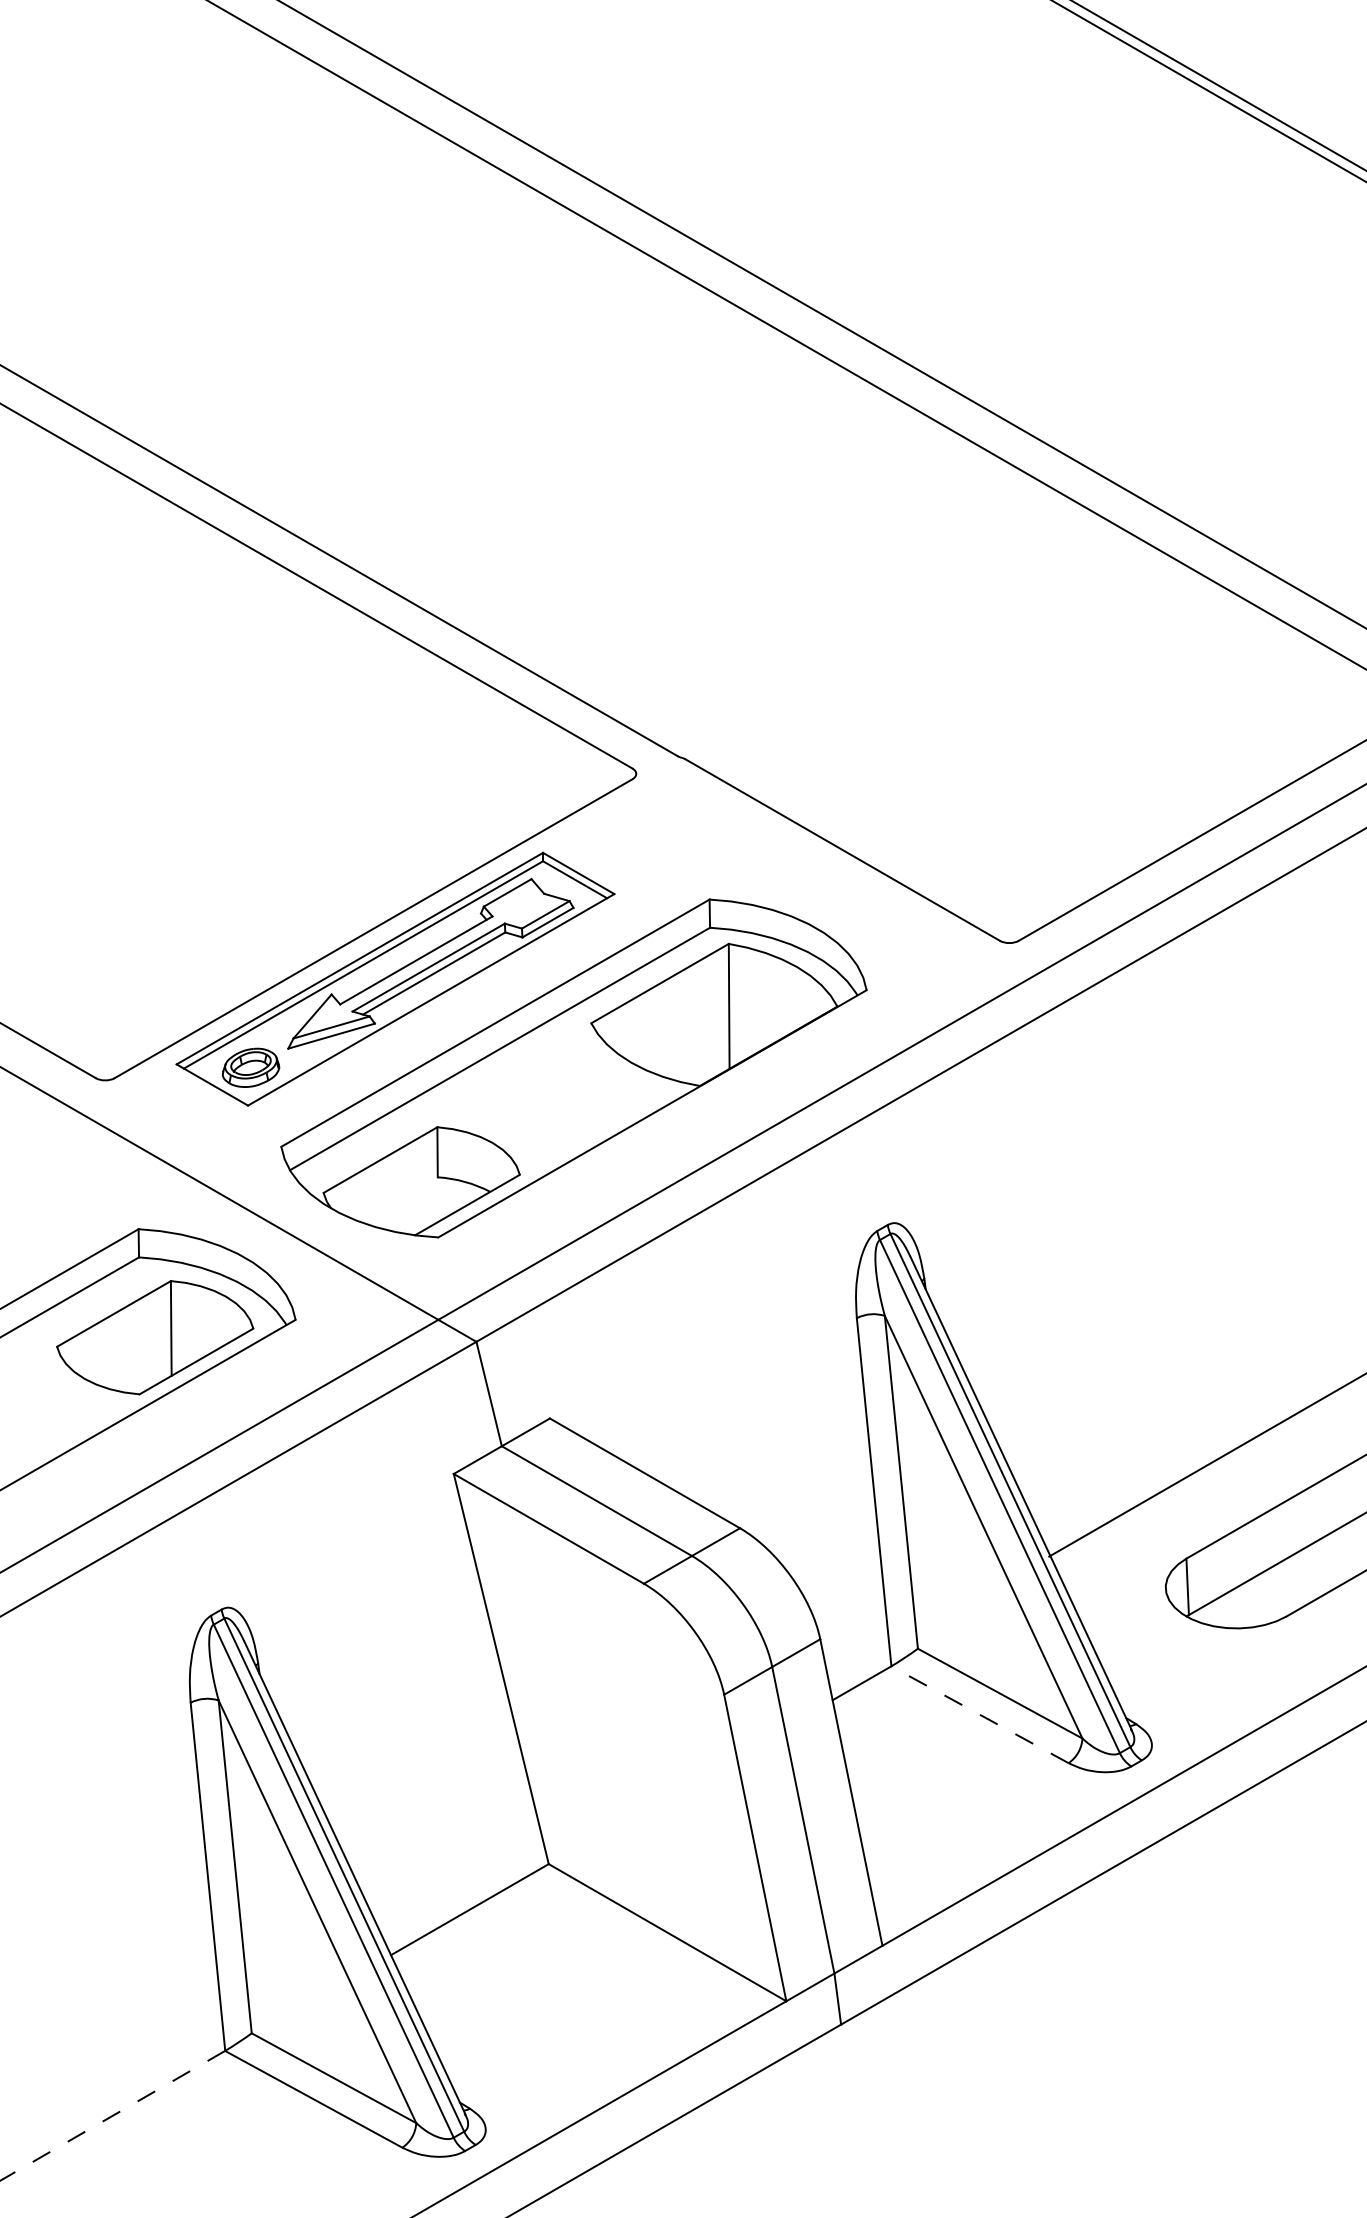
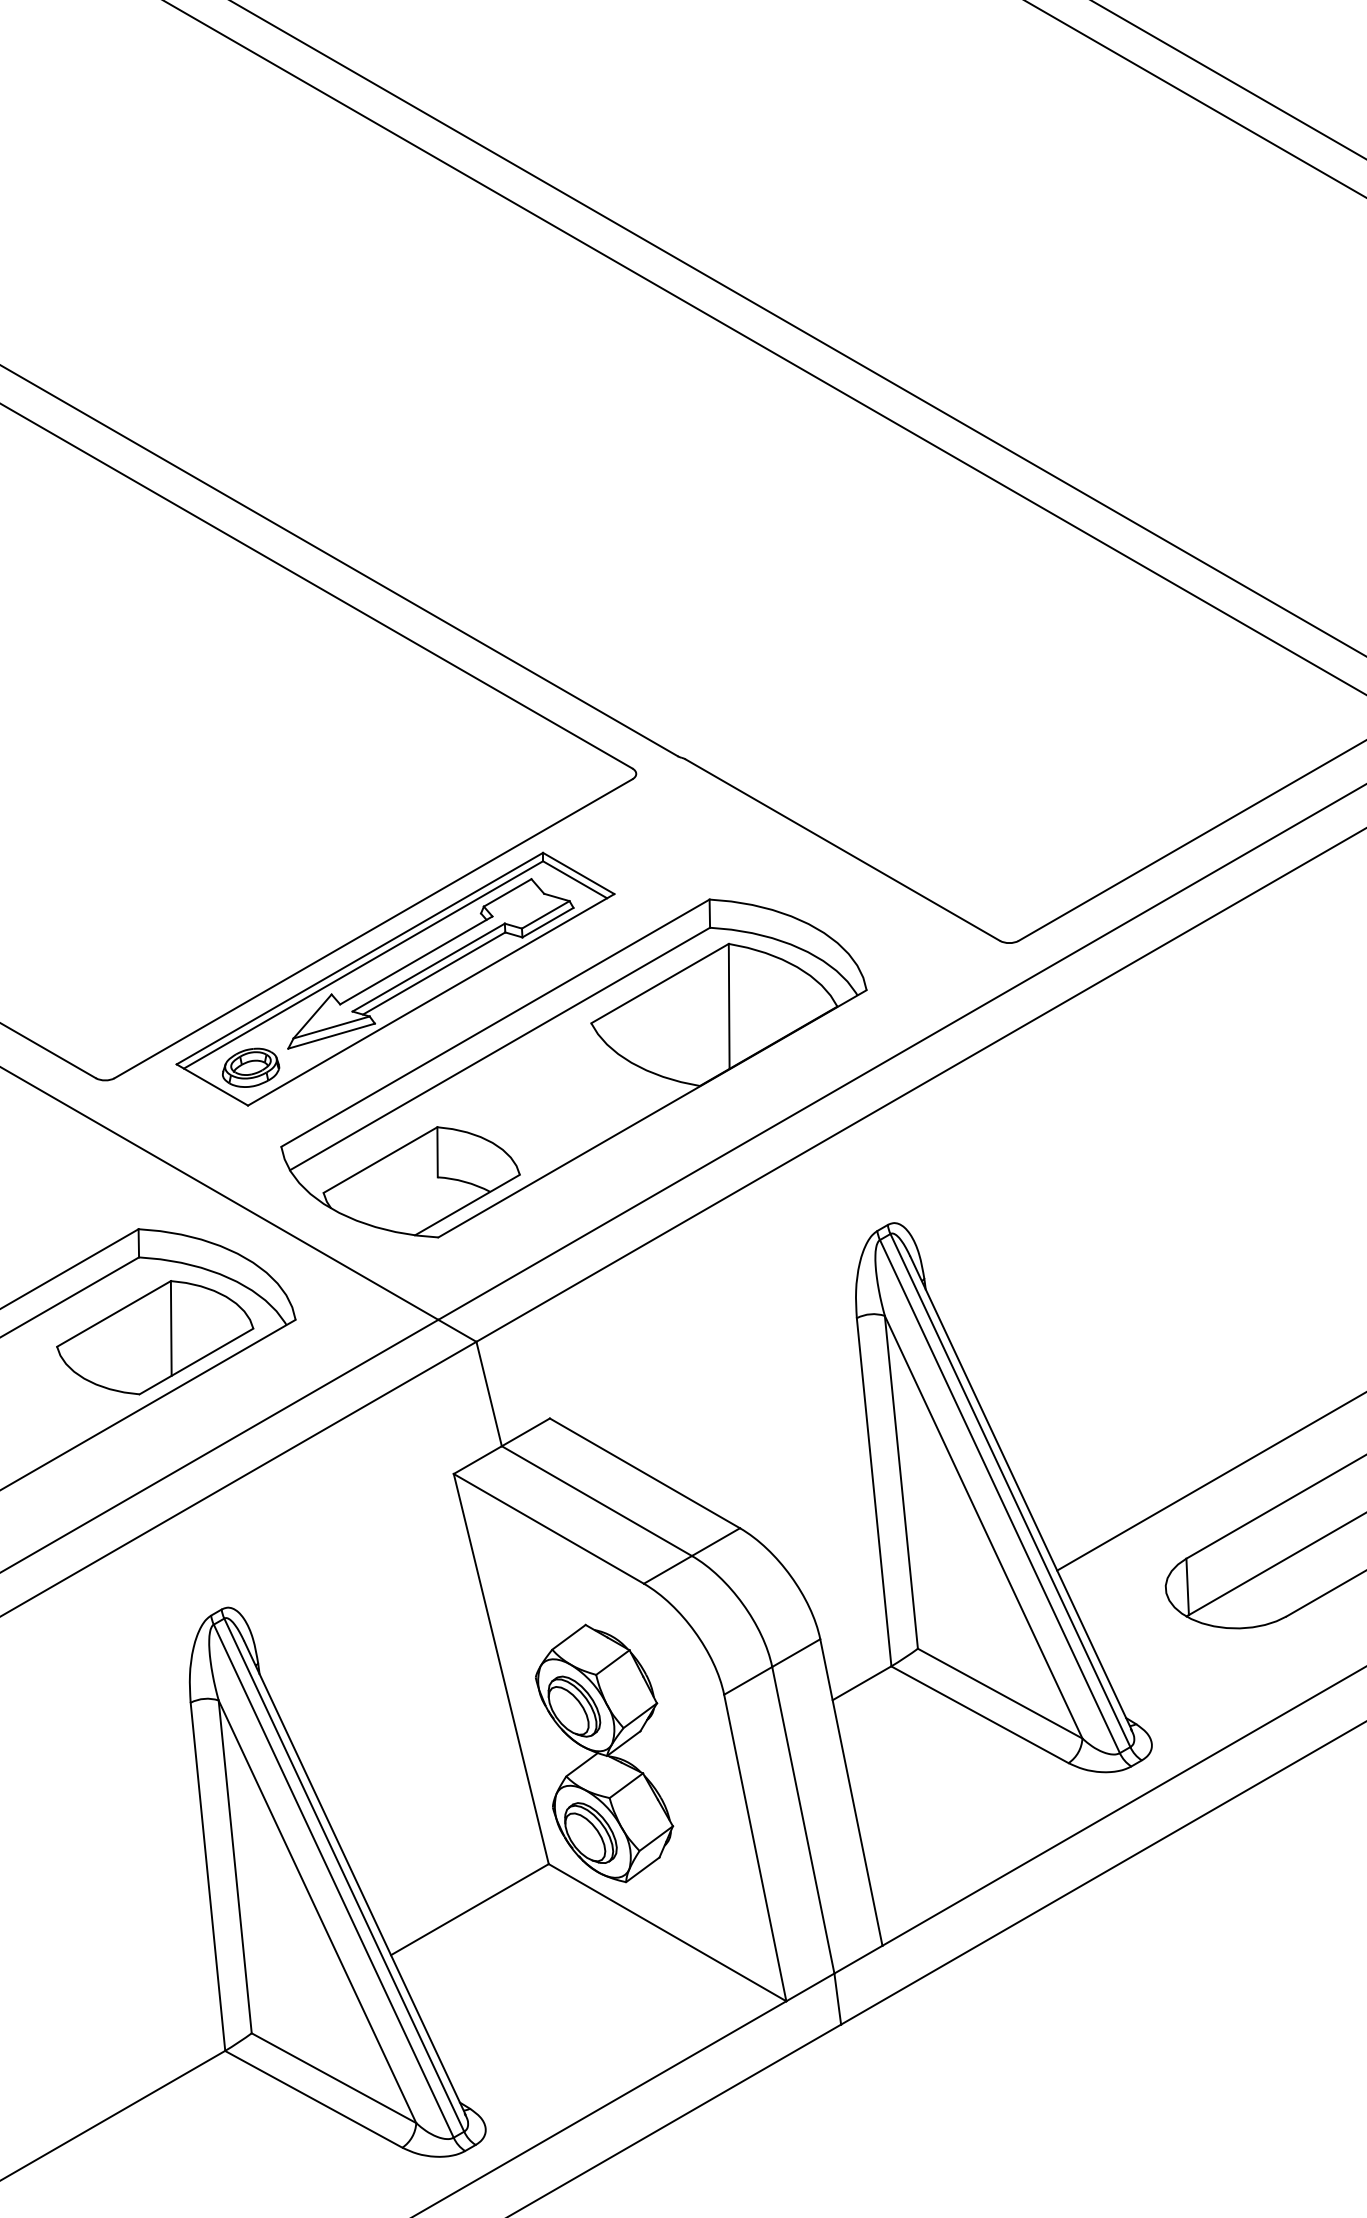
line at (1218, 85) position: (1218, 85) -> (1195, 99)
line at (1208, 91) position: (1208, 91) -> (1228, 79)
line at (822, 314) position: (822, 314) -> (798, 328)
line at (786, 335) position: (786, 335) -> (764, 347)
line at (1206, 1465) position: (1206, 1465) -> (1210, 1481)
line at (979, 1714): dashed -> solid
part at (604, 1753): none -> present
line at (112, 2115): dashed -> solid
